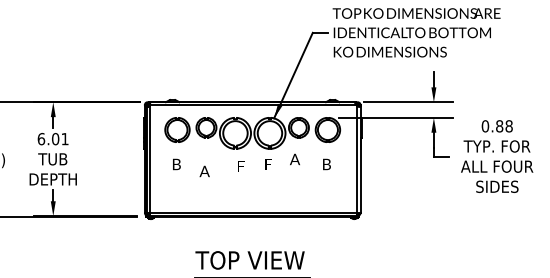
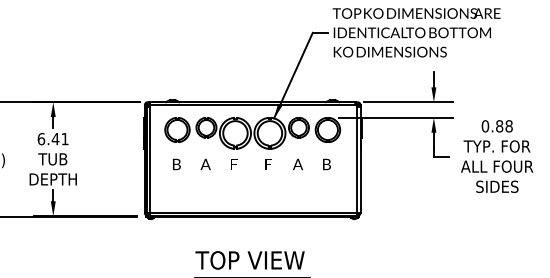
text at (55, 139): 6.01 -> 6.41
text at (294, 159) position: (294, 159) -> (297, 164)
text at (241, 166) position: (241, 166) -> (234, 164)
text at (204, 171) position: (204, 171) -> (205, 164)
